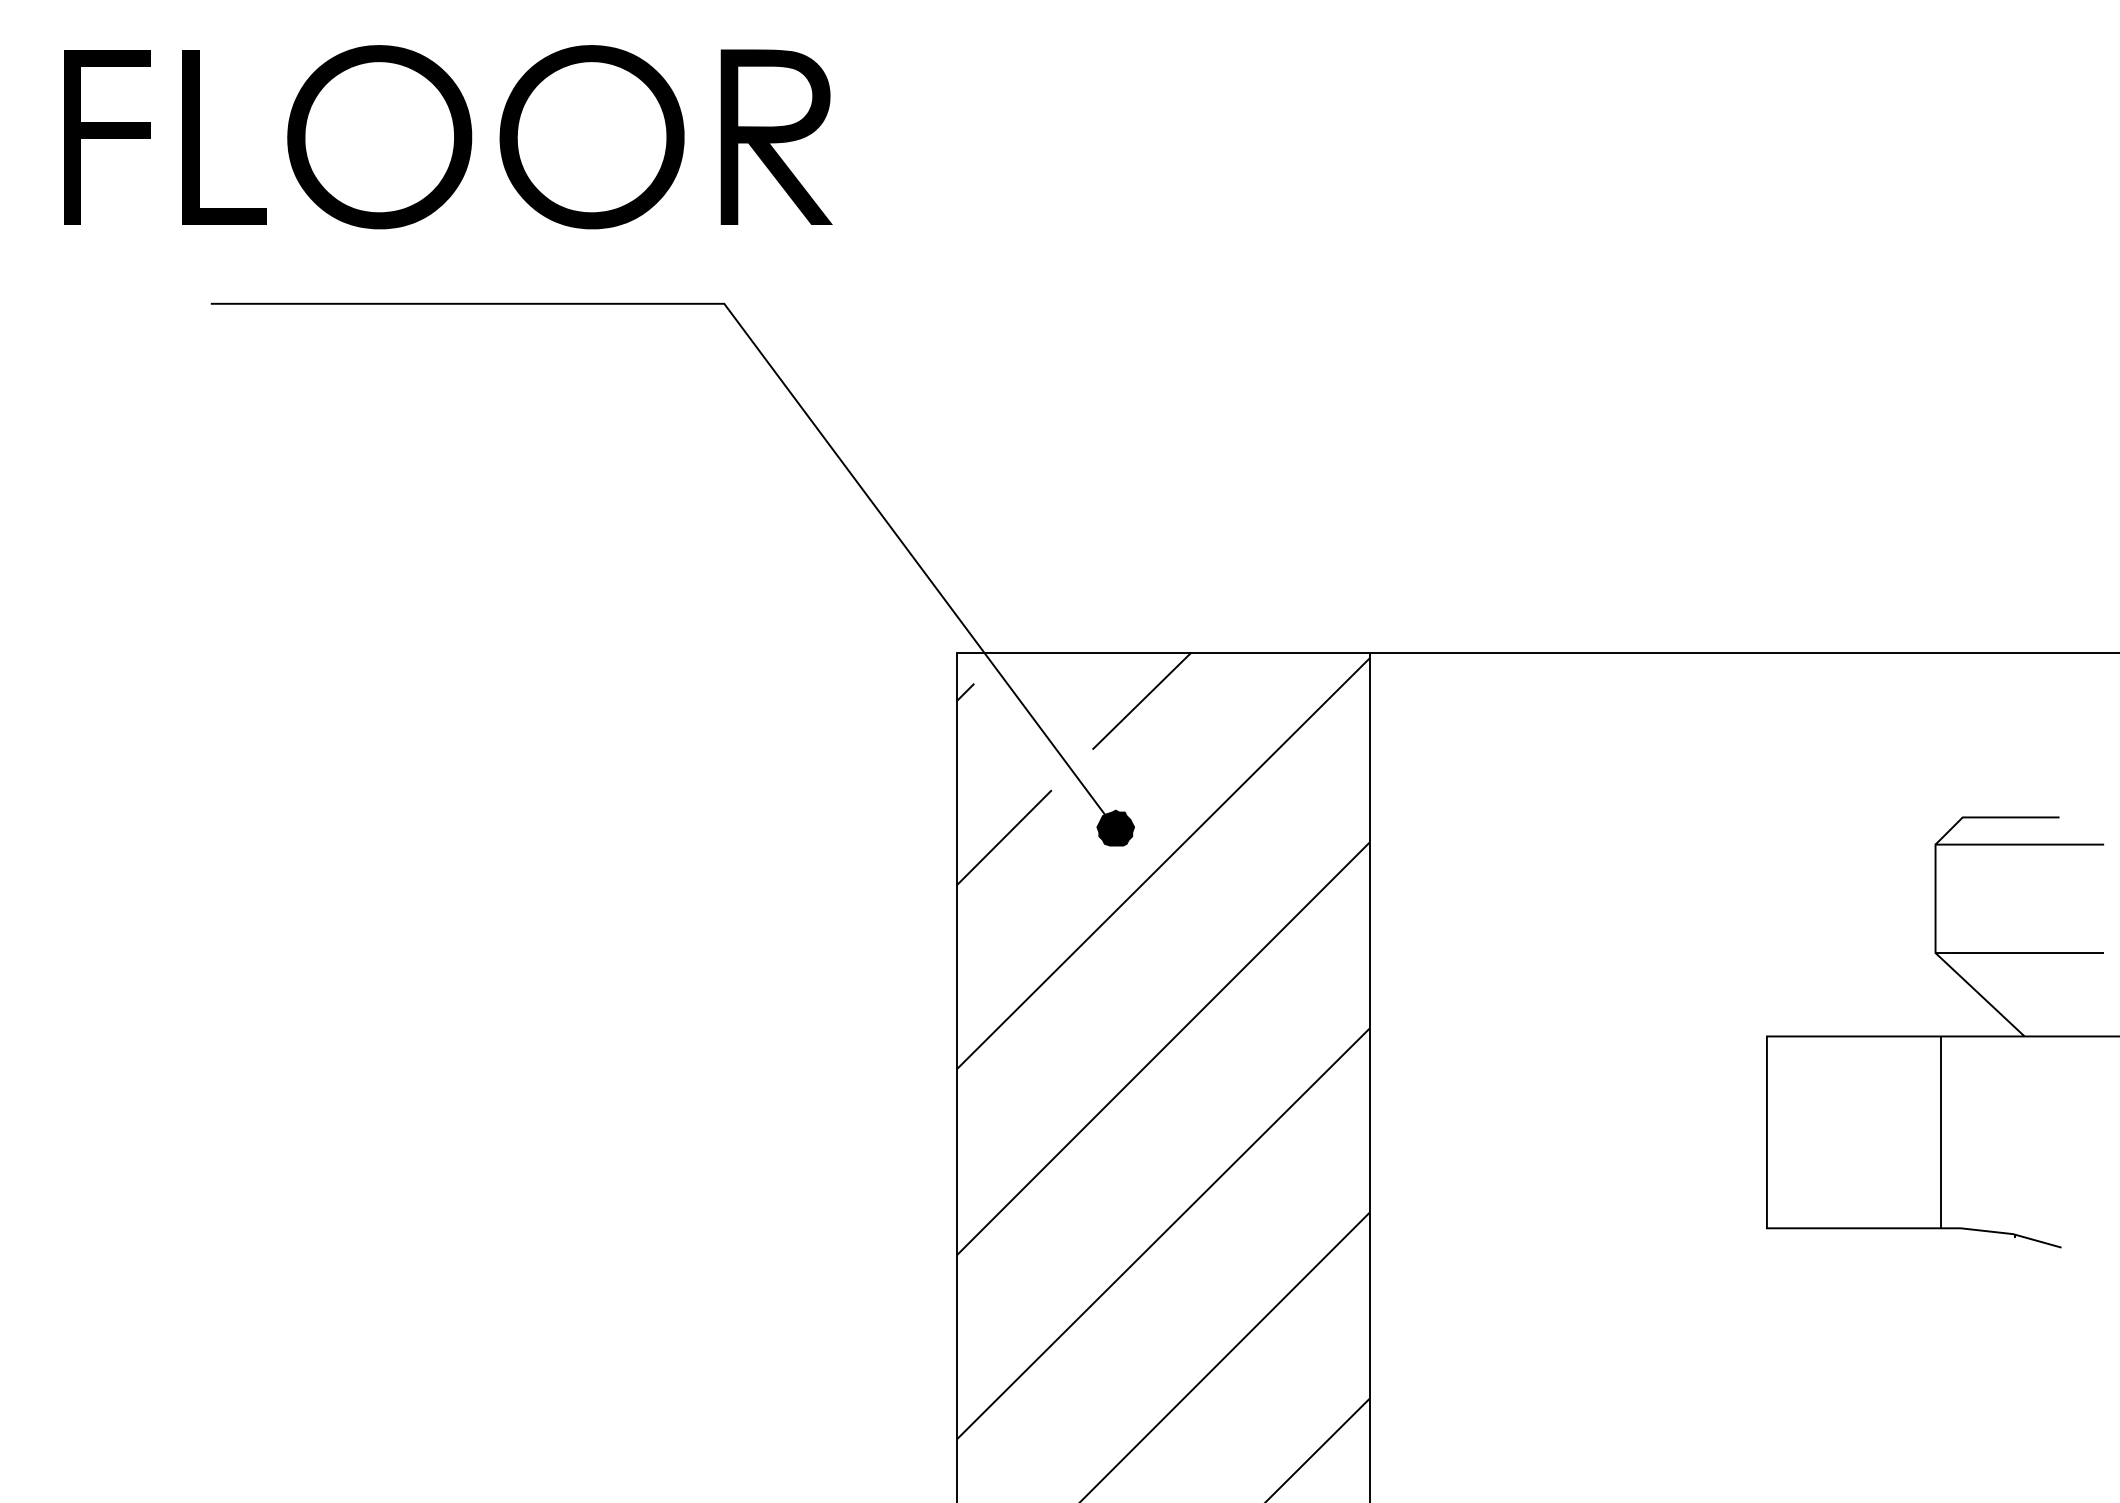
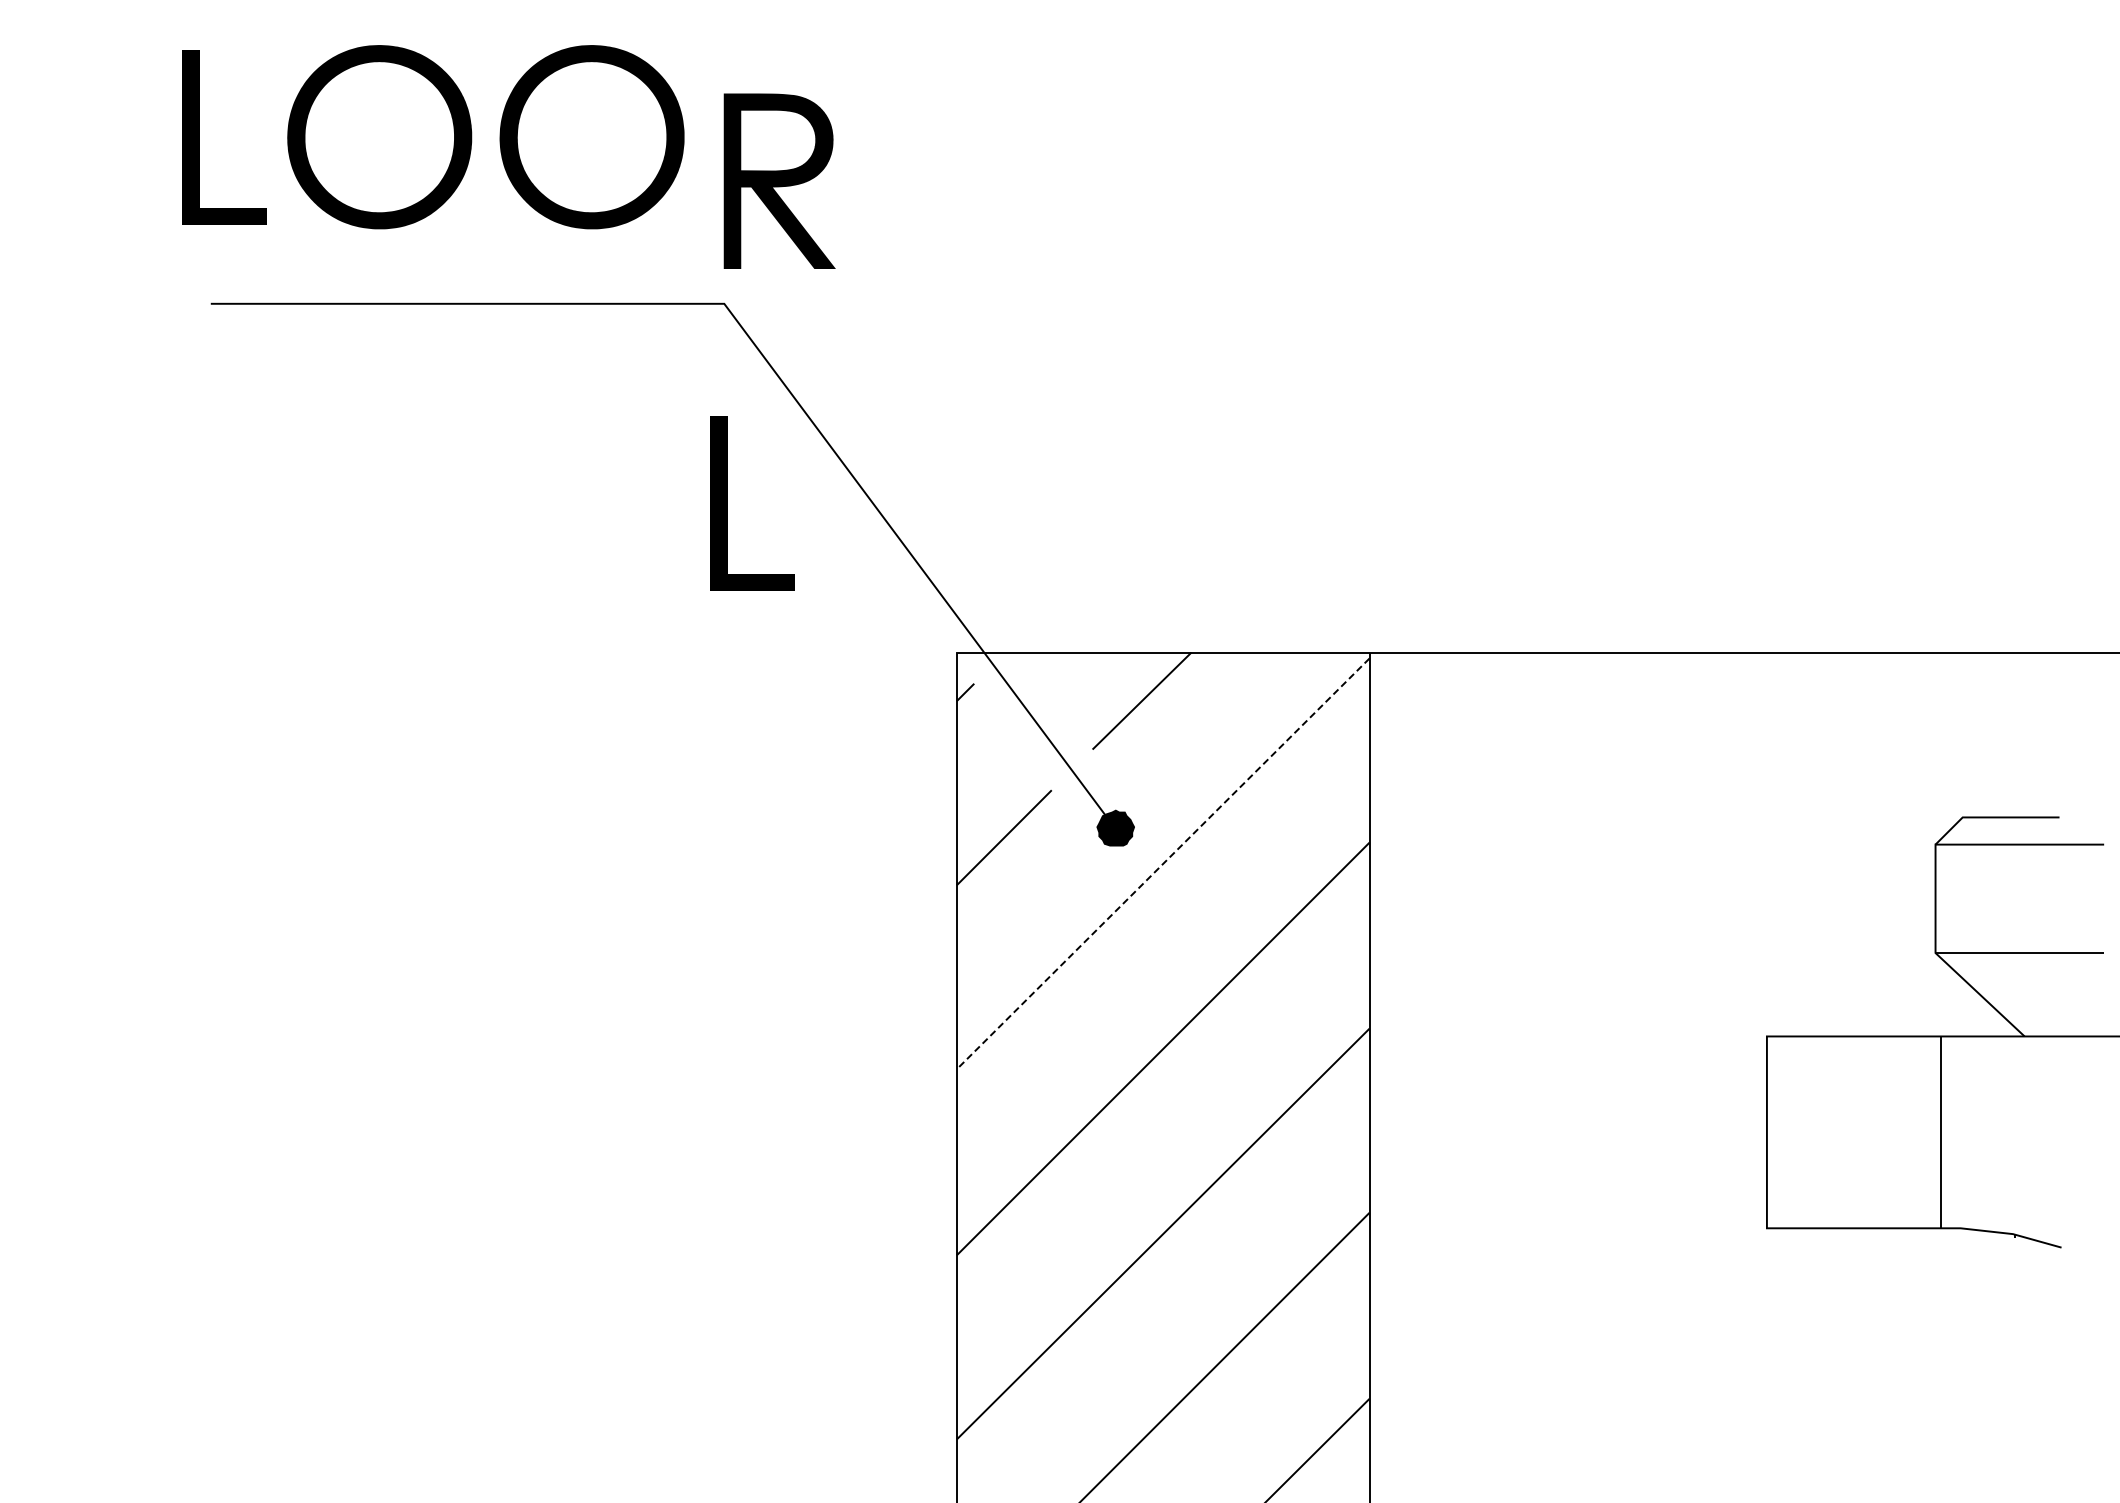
part at (776, 136) position: (776, 136) -> (779, 180)
fill at (107, 137): present -> none
part at (727, 503): none -> present
line at (1162, 864): solid -> dashed
